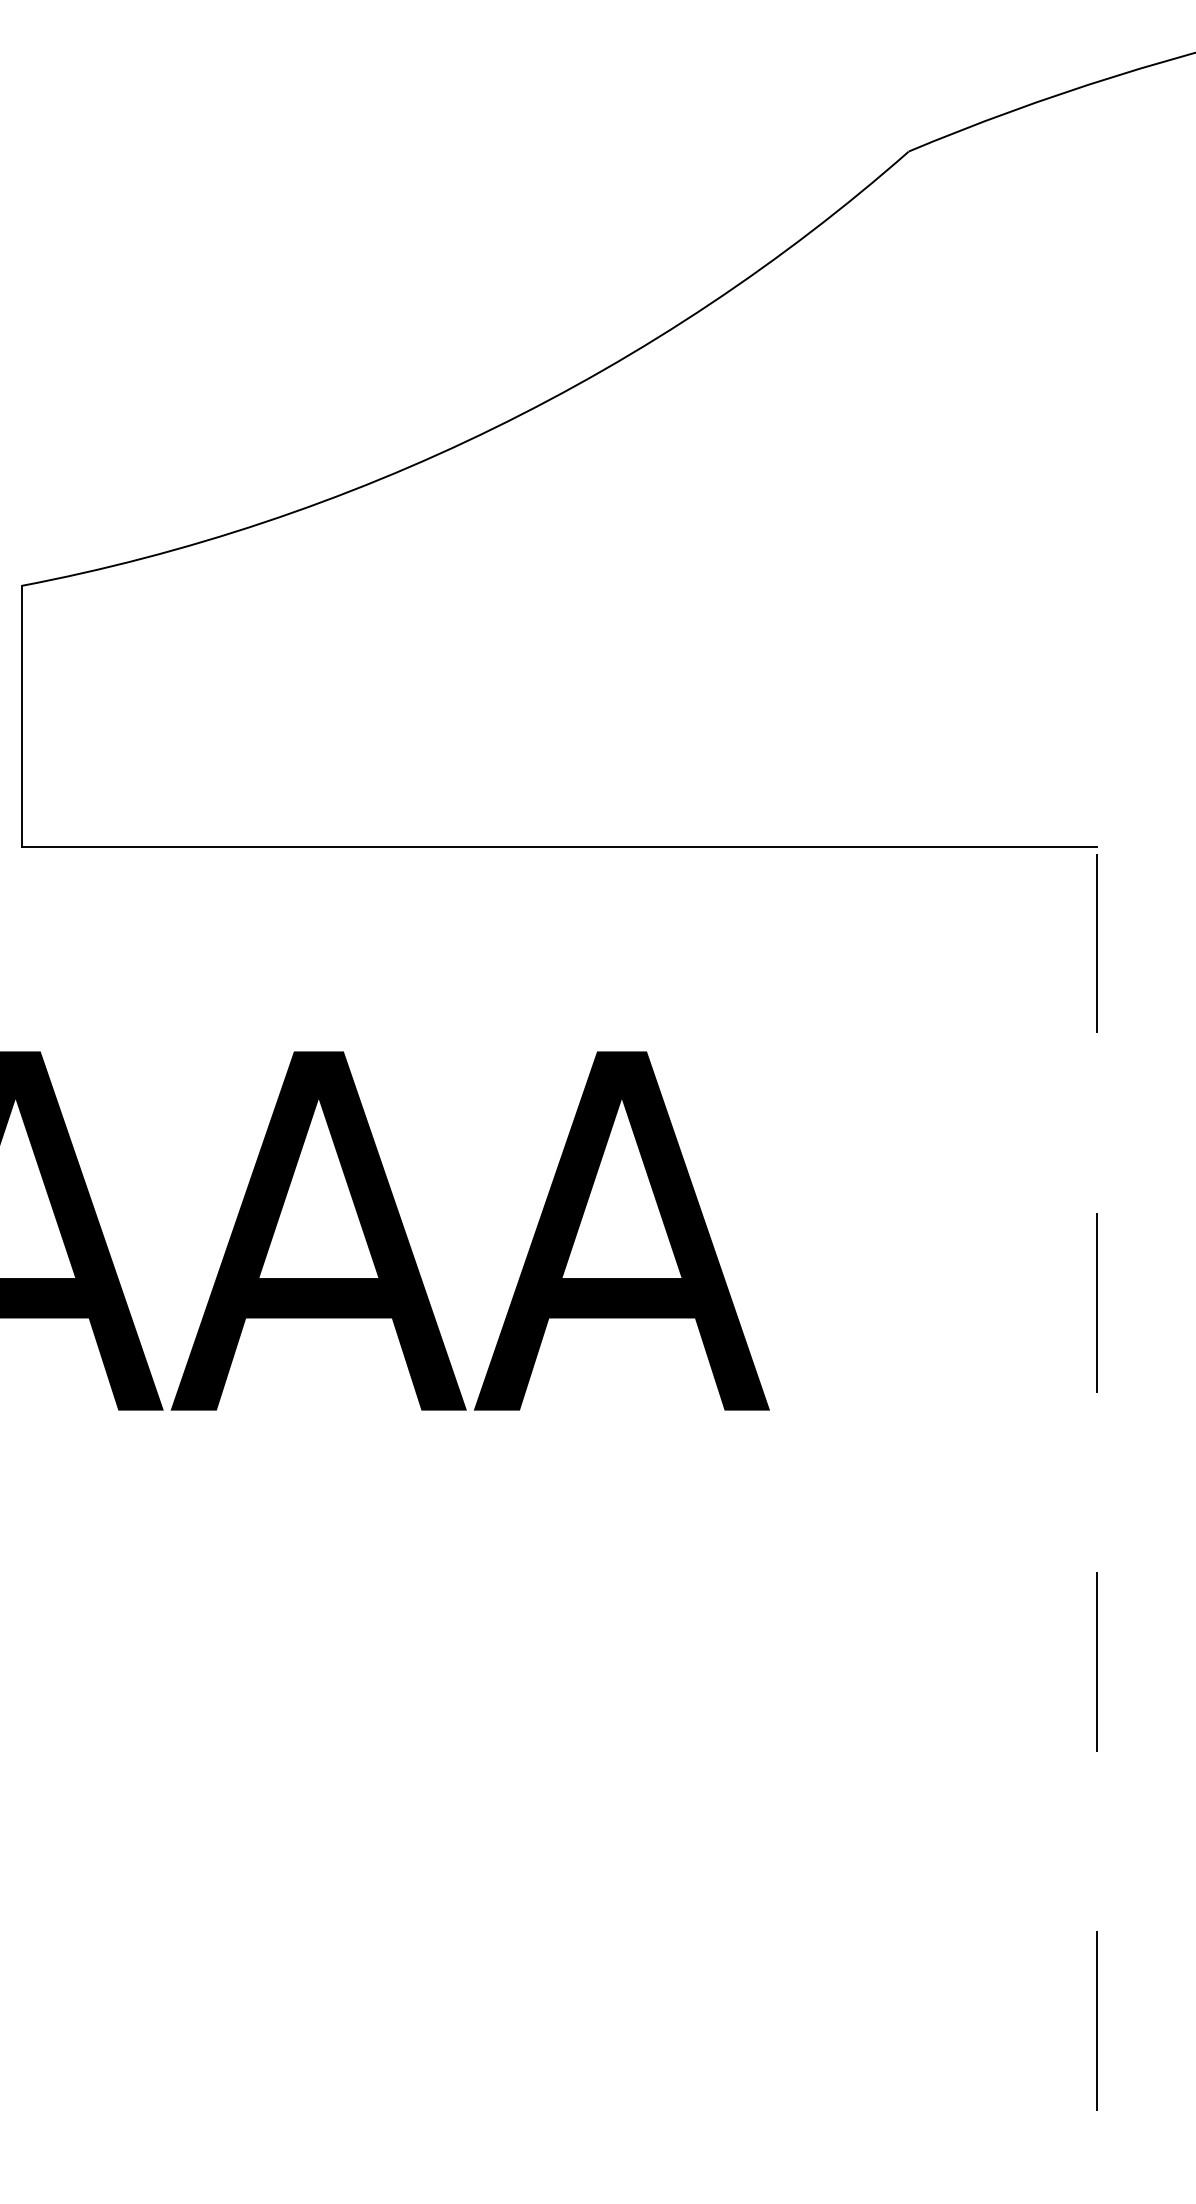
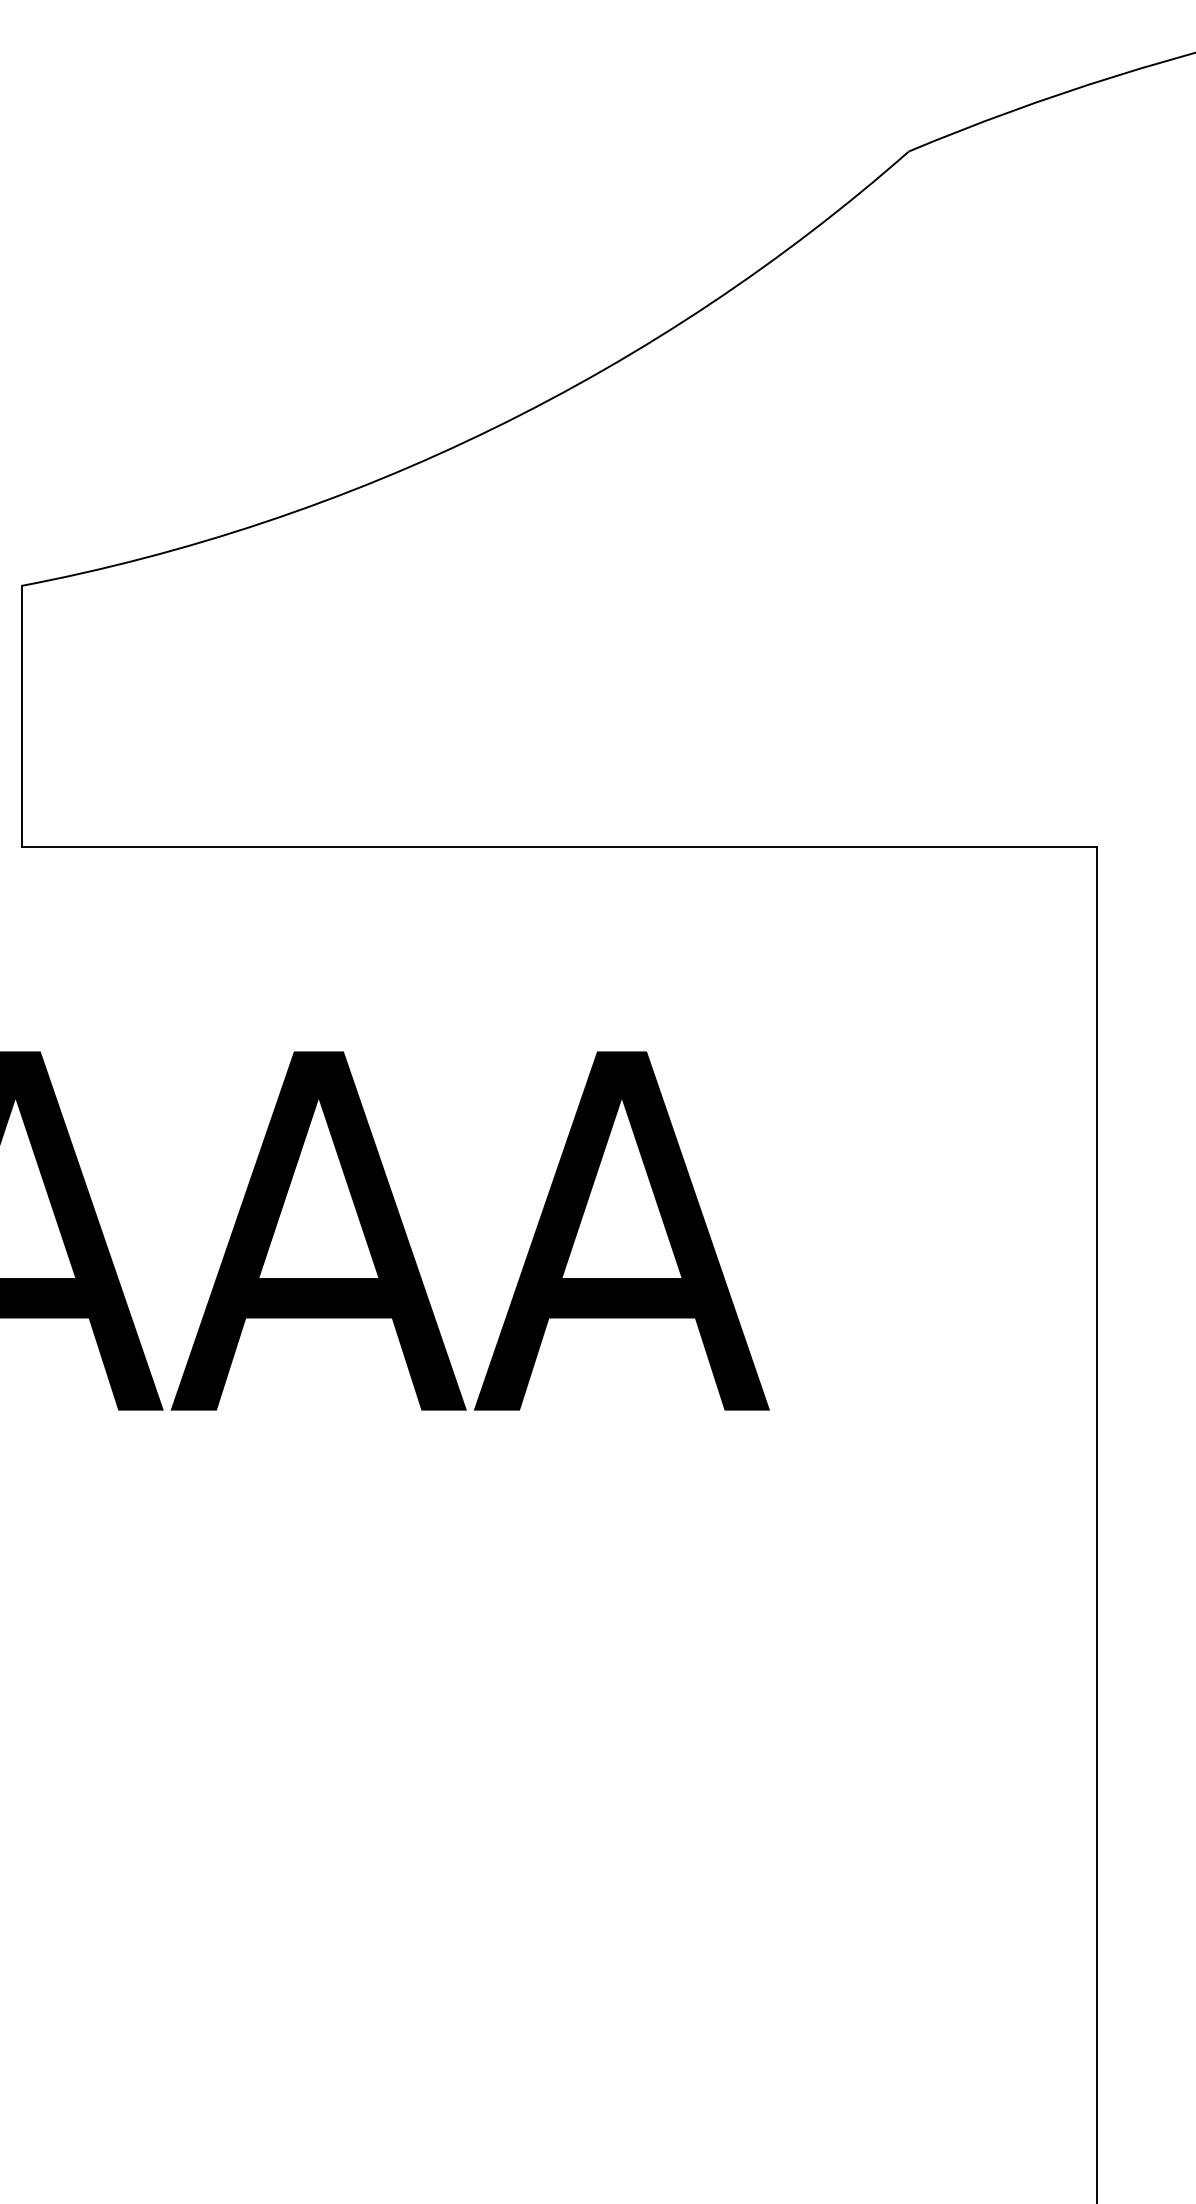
line at (1096, 1524): dashed -> solid
